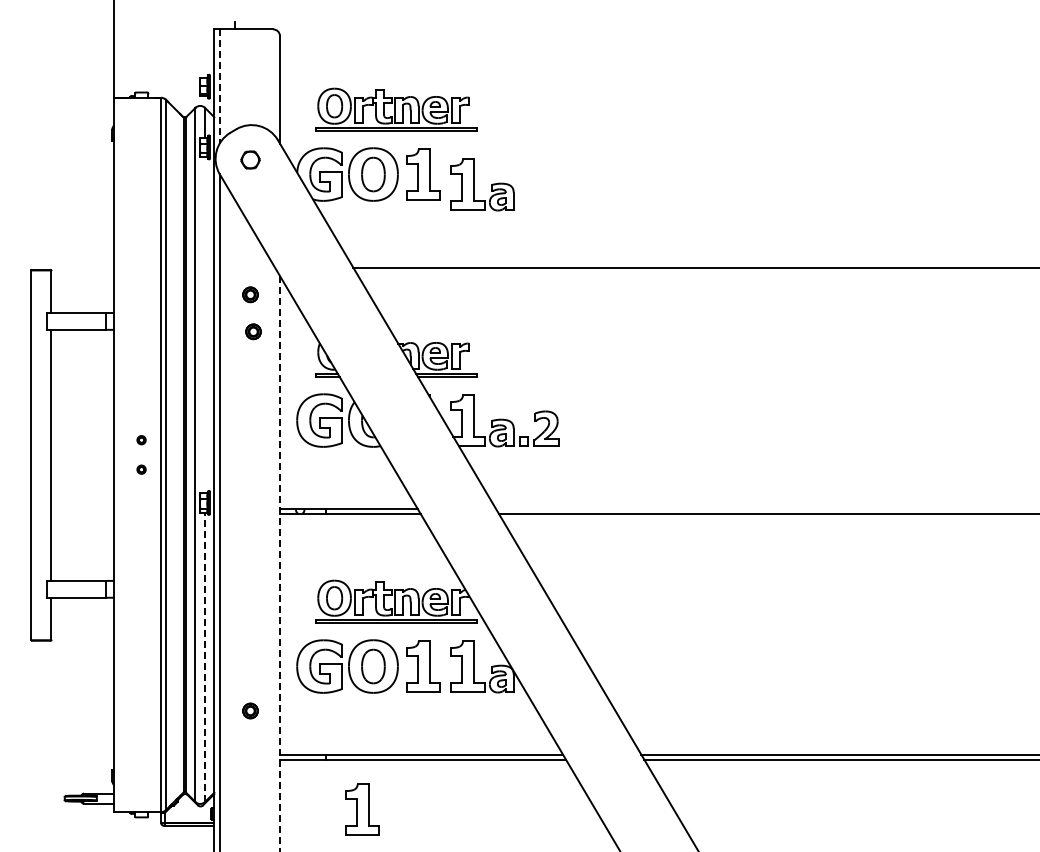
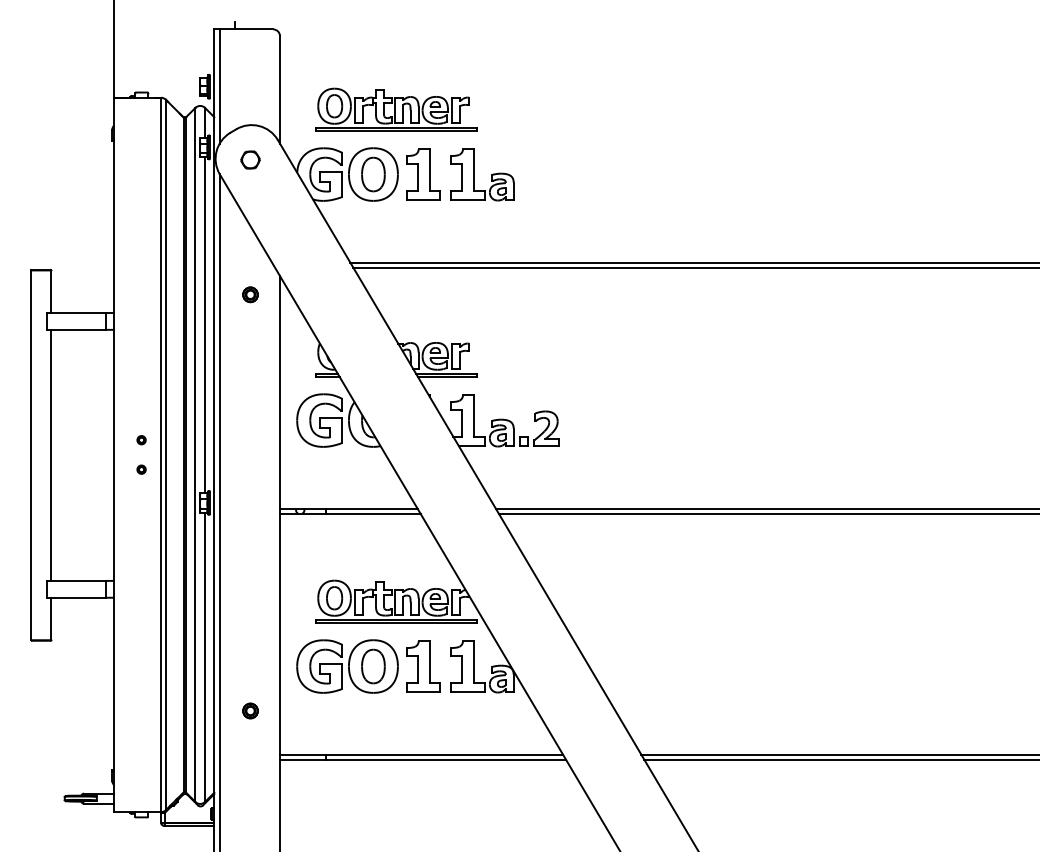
line at (219, 87): dashed -> solid
part at (474, 184) position: (474, 184) -> (474, 174)
line at (693, 262): none -> present
line at (205, 325): none -> present
part at (253, 331): present -> none
line at (765, 508): none -> present
line at (280, 563): dashed -> solid
line at (205, 657): dashed -> solid
part at (362, 809): present -> none
